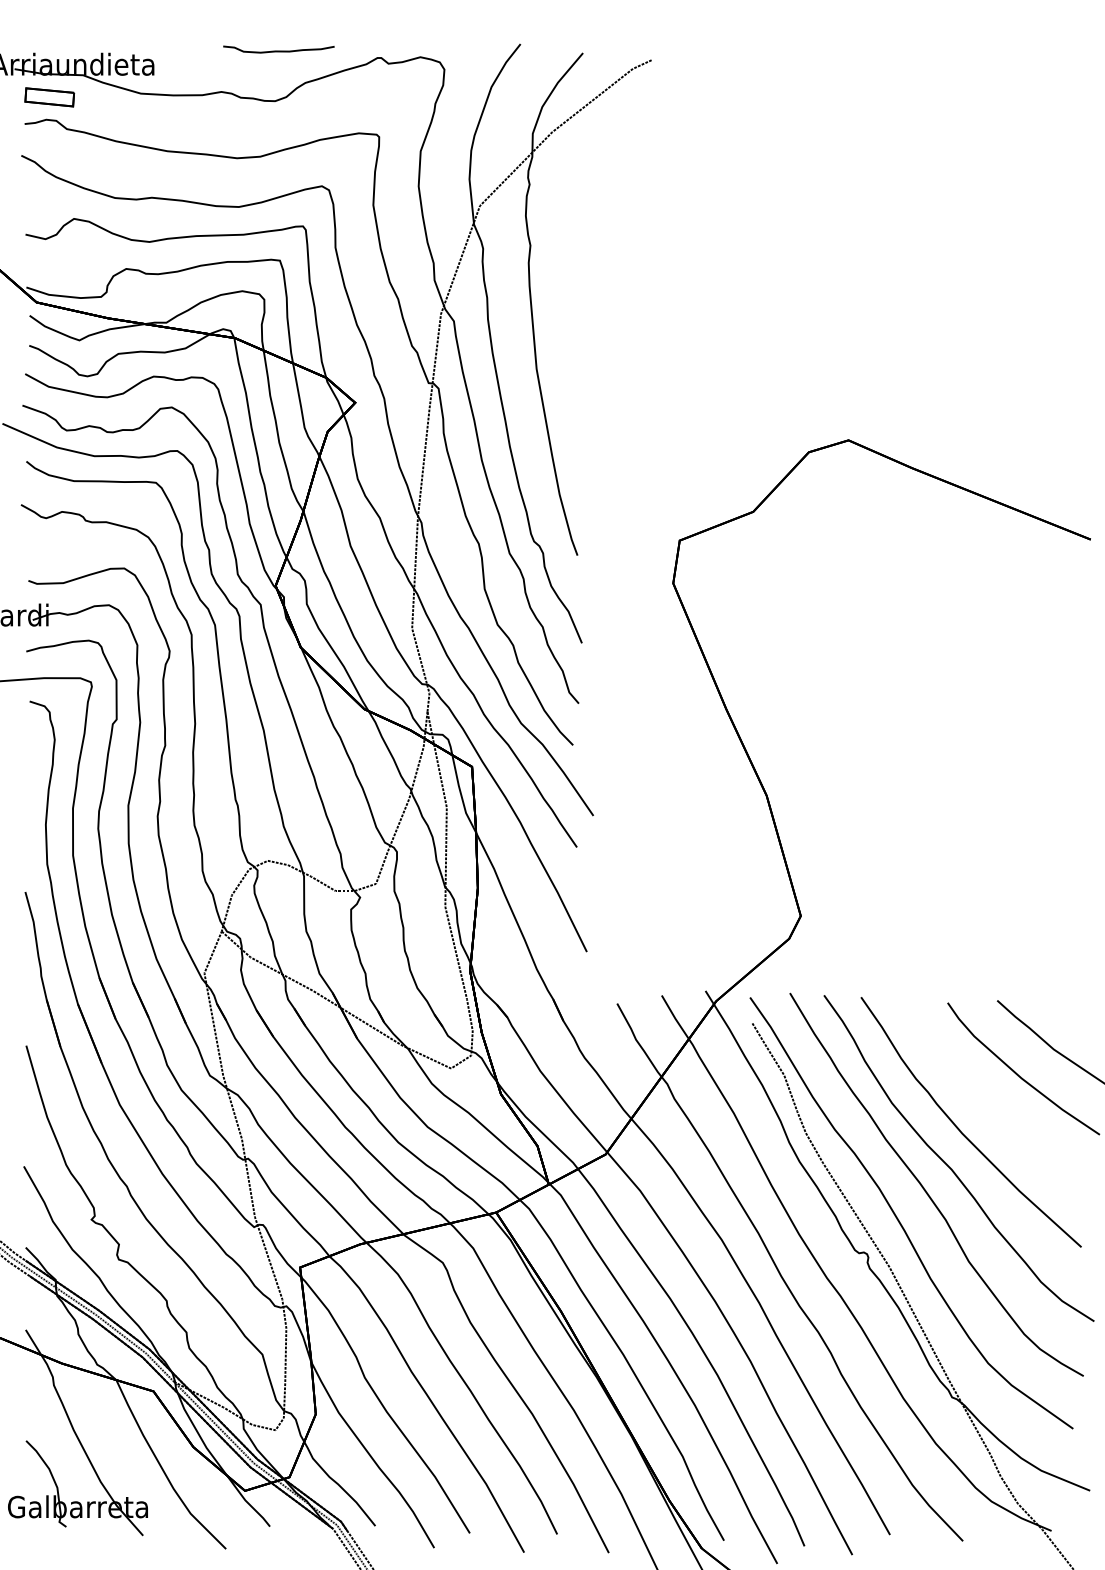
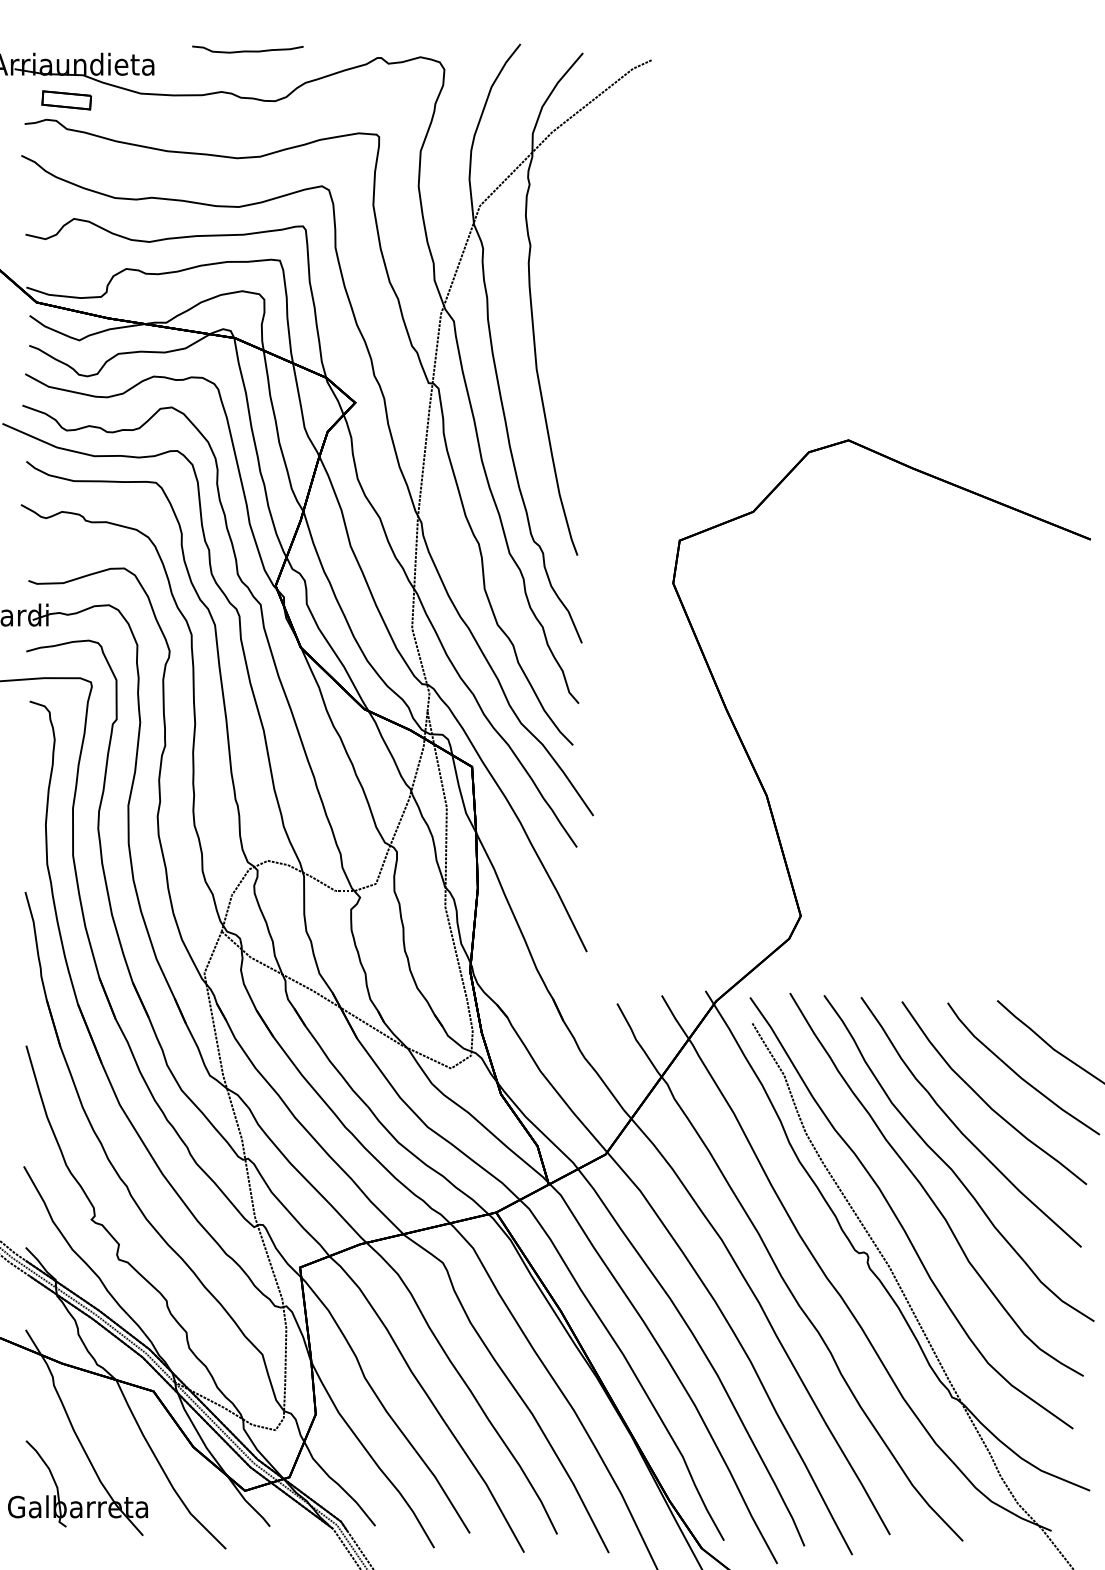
curve at (278, 50) position: (278, 50) -> (247, 50)
part at (49, 97) position: (49, 97) -> (66, 100)
curve at (985, 1101): none -> present
